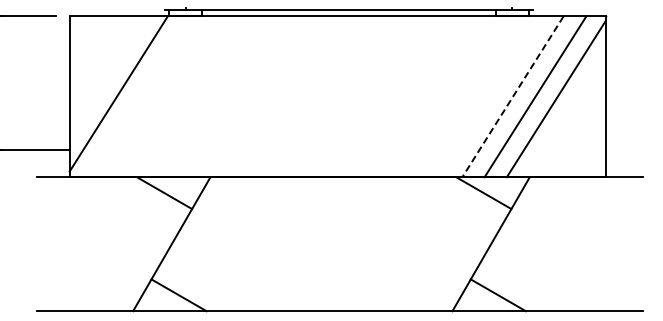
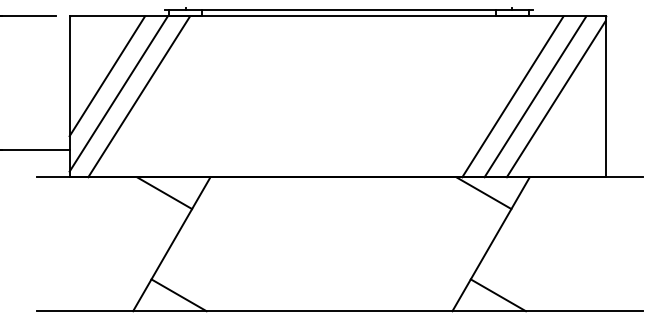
line at (107, 76): none -> present
line at (139, 96): none -> present
line at (512, 96): dashed -> solid
